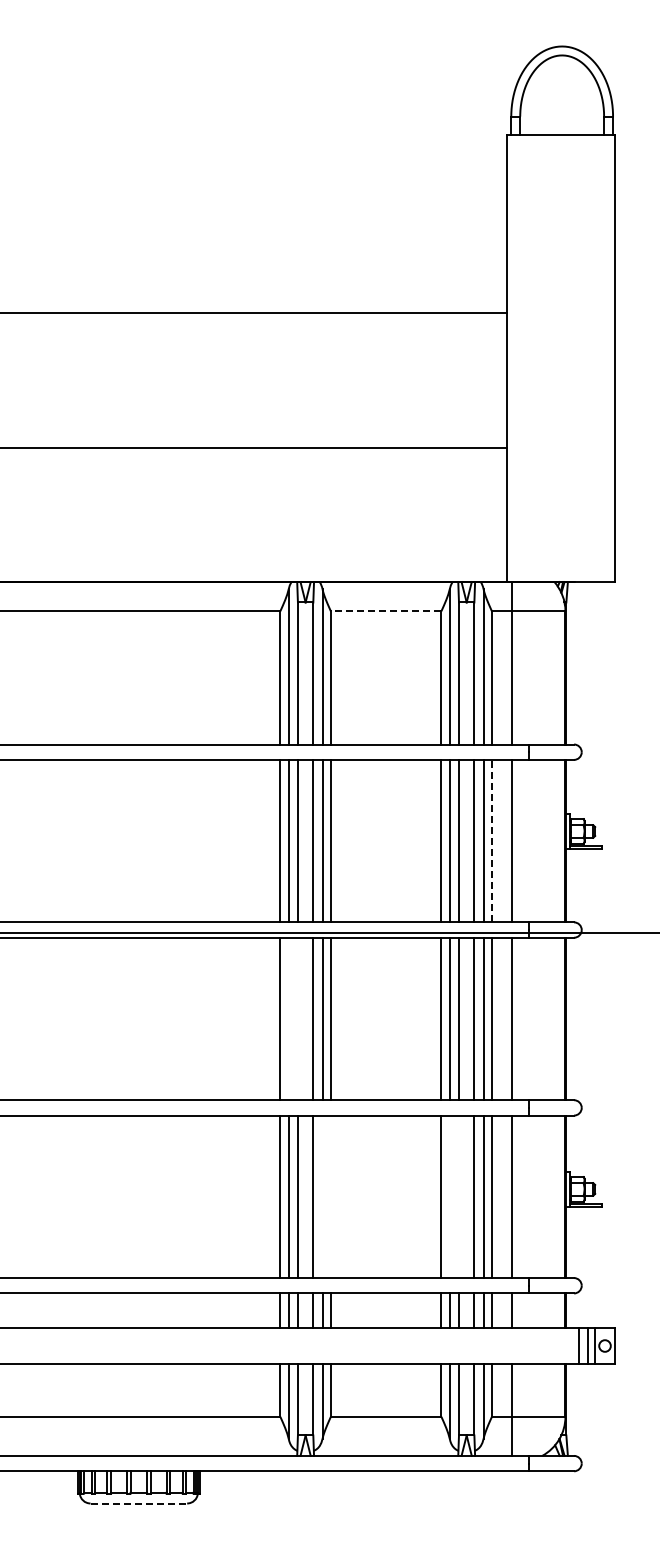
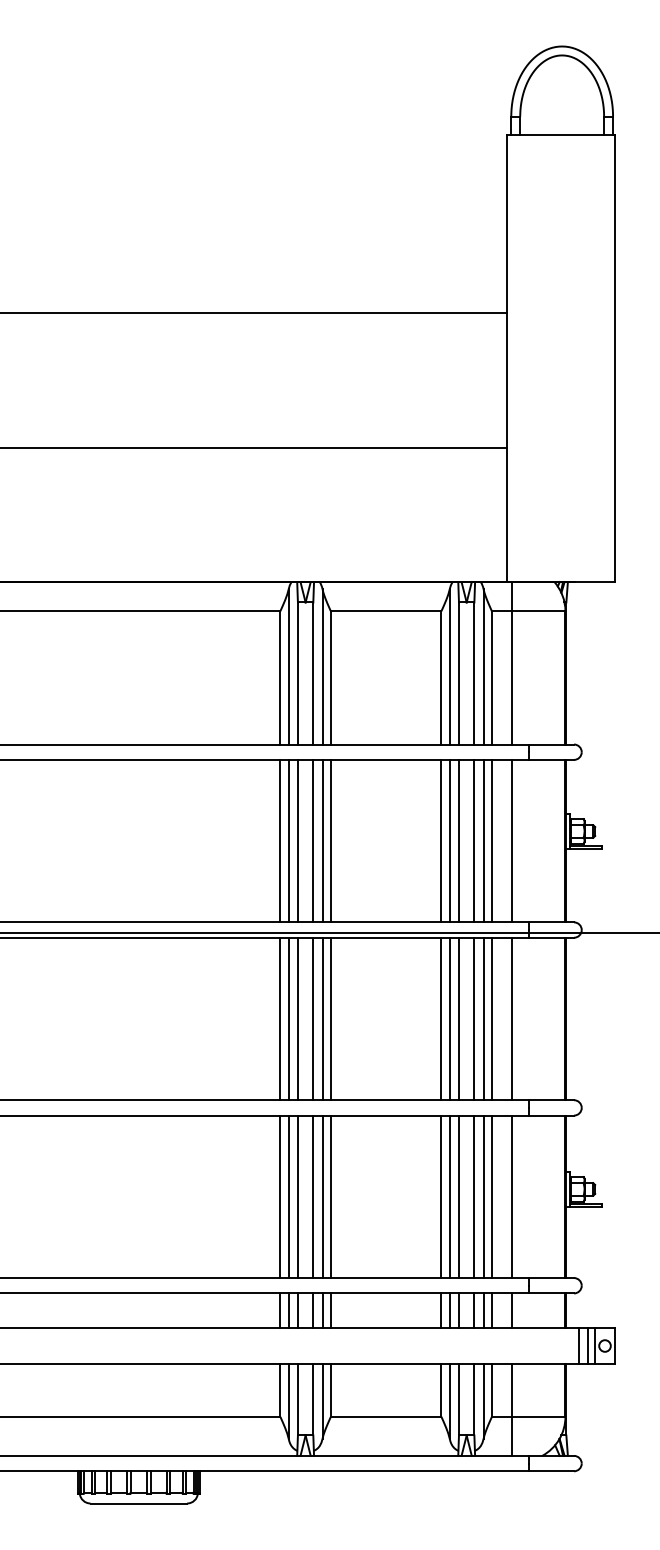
line at (385, 611): dashed -> solid
line at (491, 840): dashed -> solid
line at (288, 1018): none -> present
line at (297, 1018): none -> present
line at (322, 1196): none -> present
line at (330, 1196): none -> present
line at (449, 1196): none -> present
line at (458, 1196): none -> present
line at (139, 1503): dashed -> solid
